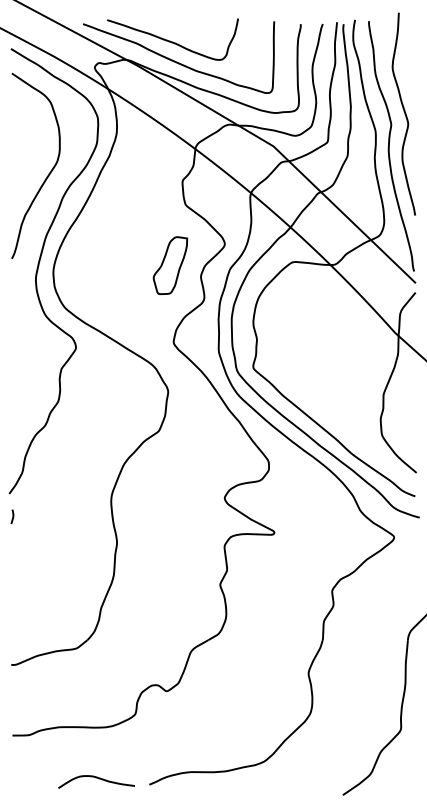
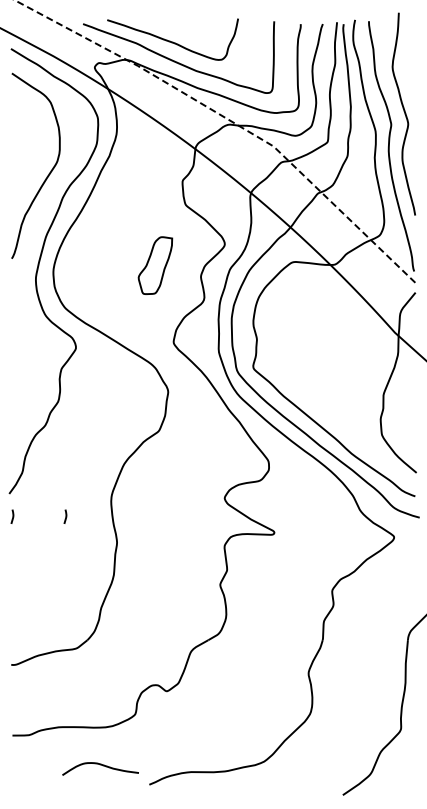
line at (230, 120): solid -> dashed
part at (170, 265) position: (170, 265) -> (155, 265)
curve at (65, 516): none -> present
curve at (96, 778) position: (96, 778) -> (100, 765)
